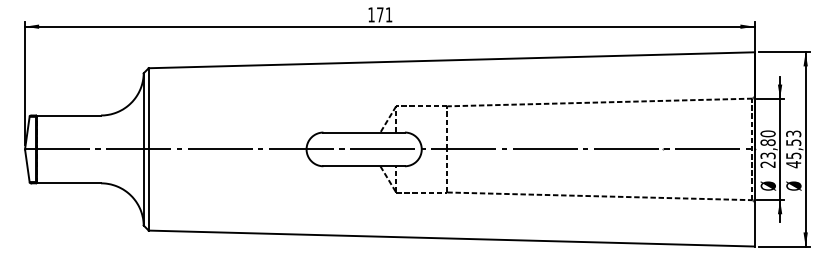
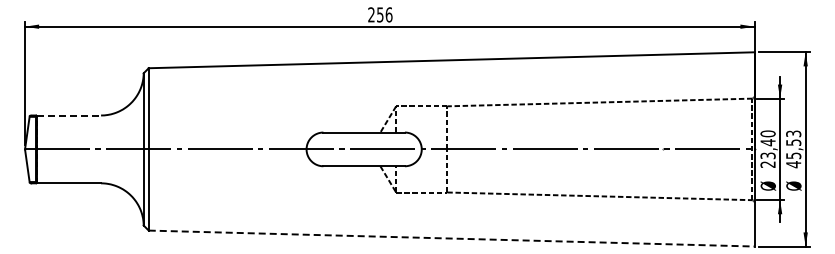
text at (380, 14): 171 -> 256
line at (69, 115): solid -> dashed
text at (767, 142): 23,80 -> 23,40
line at (451, 238): solid -> dashed
